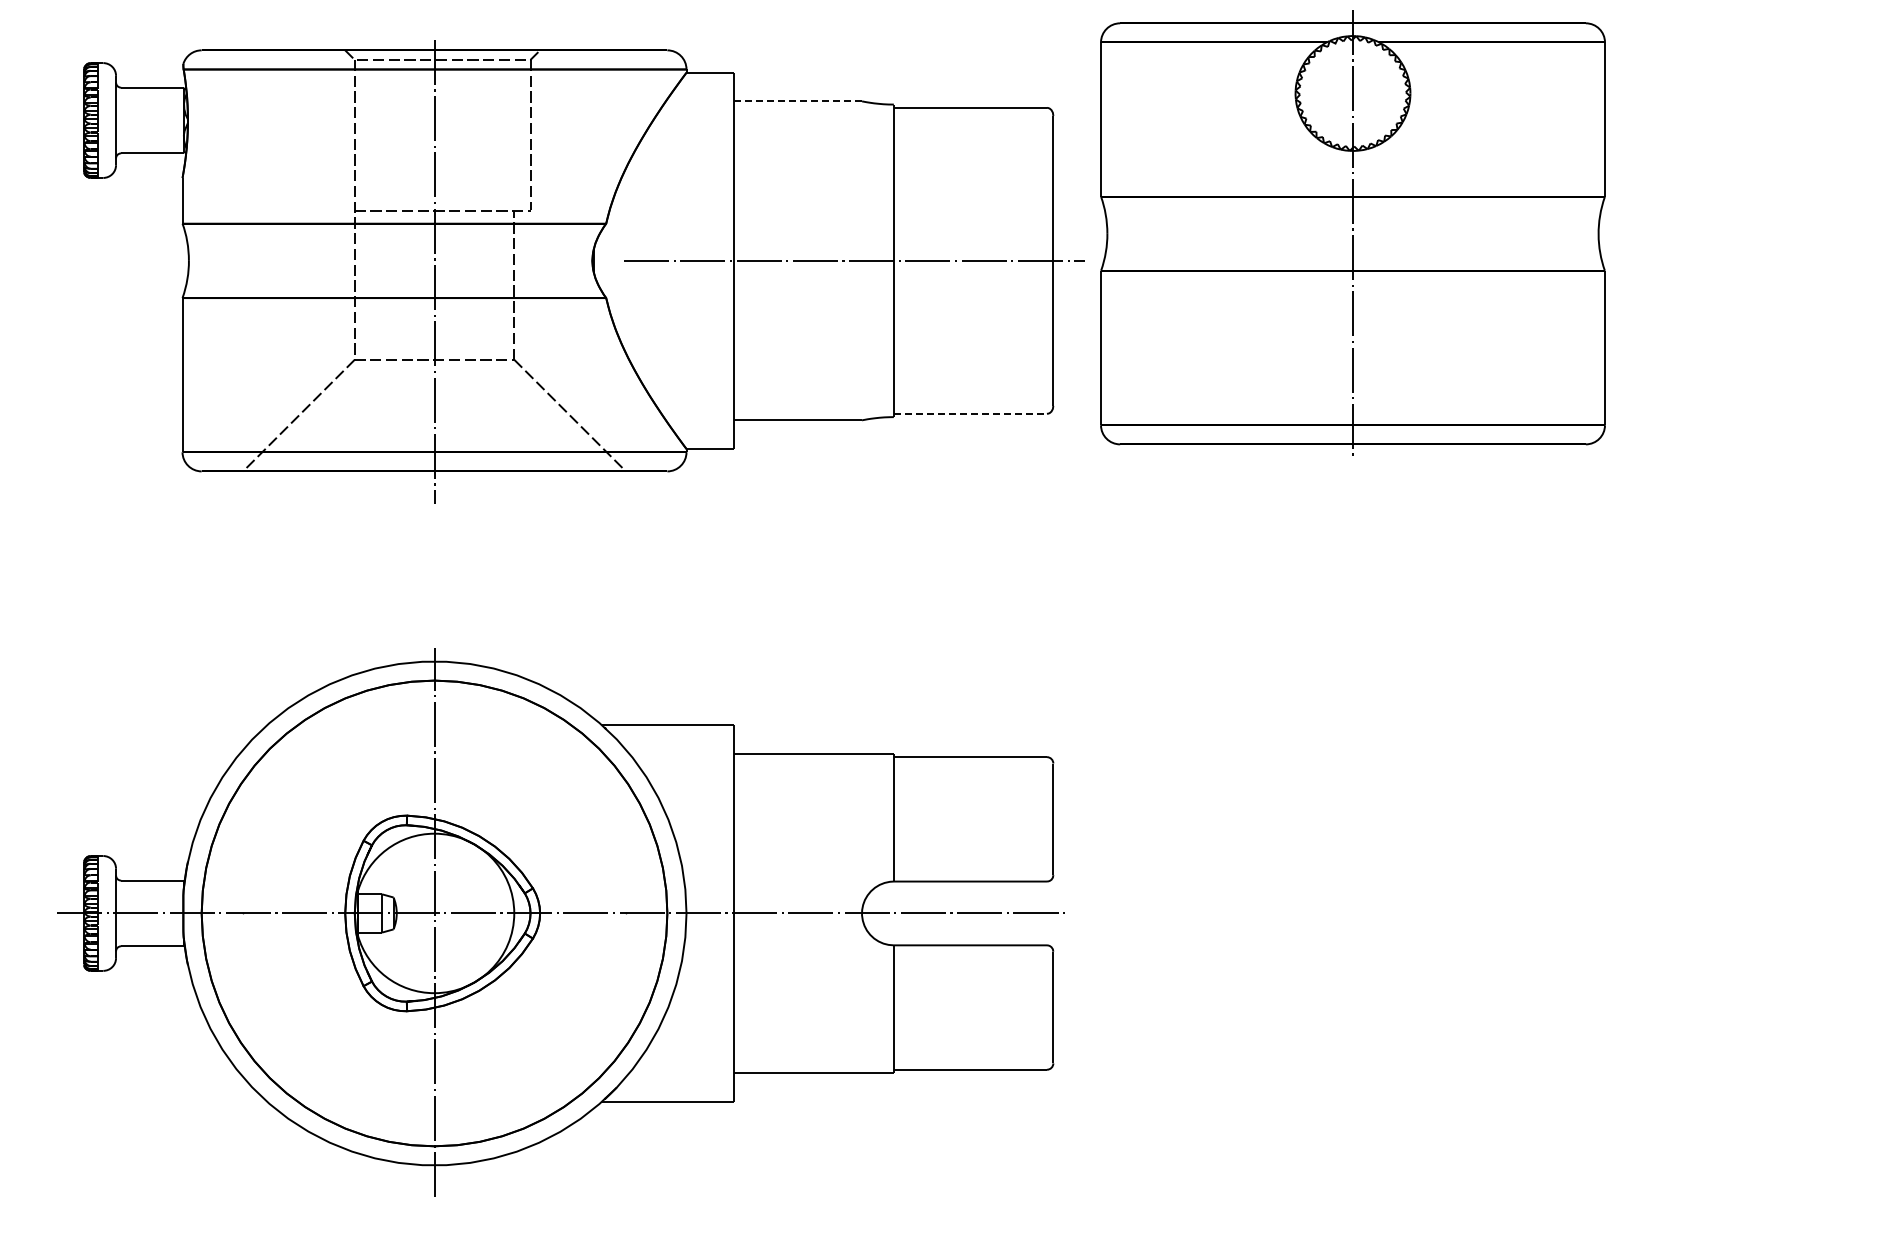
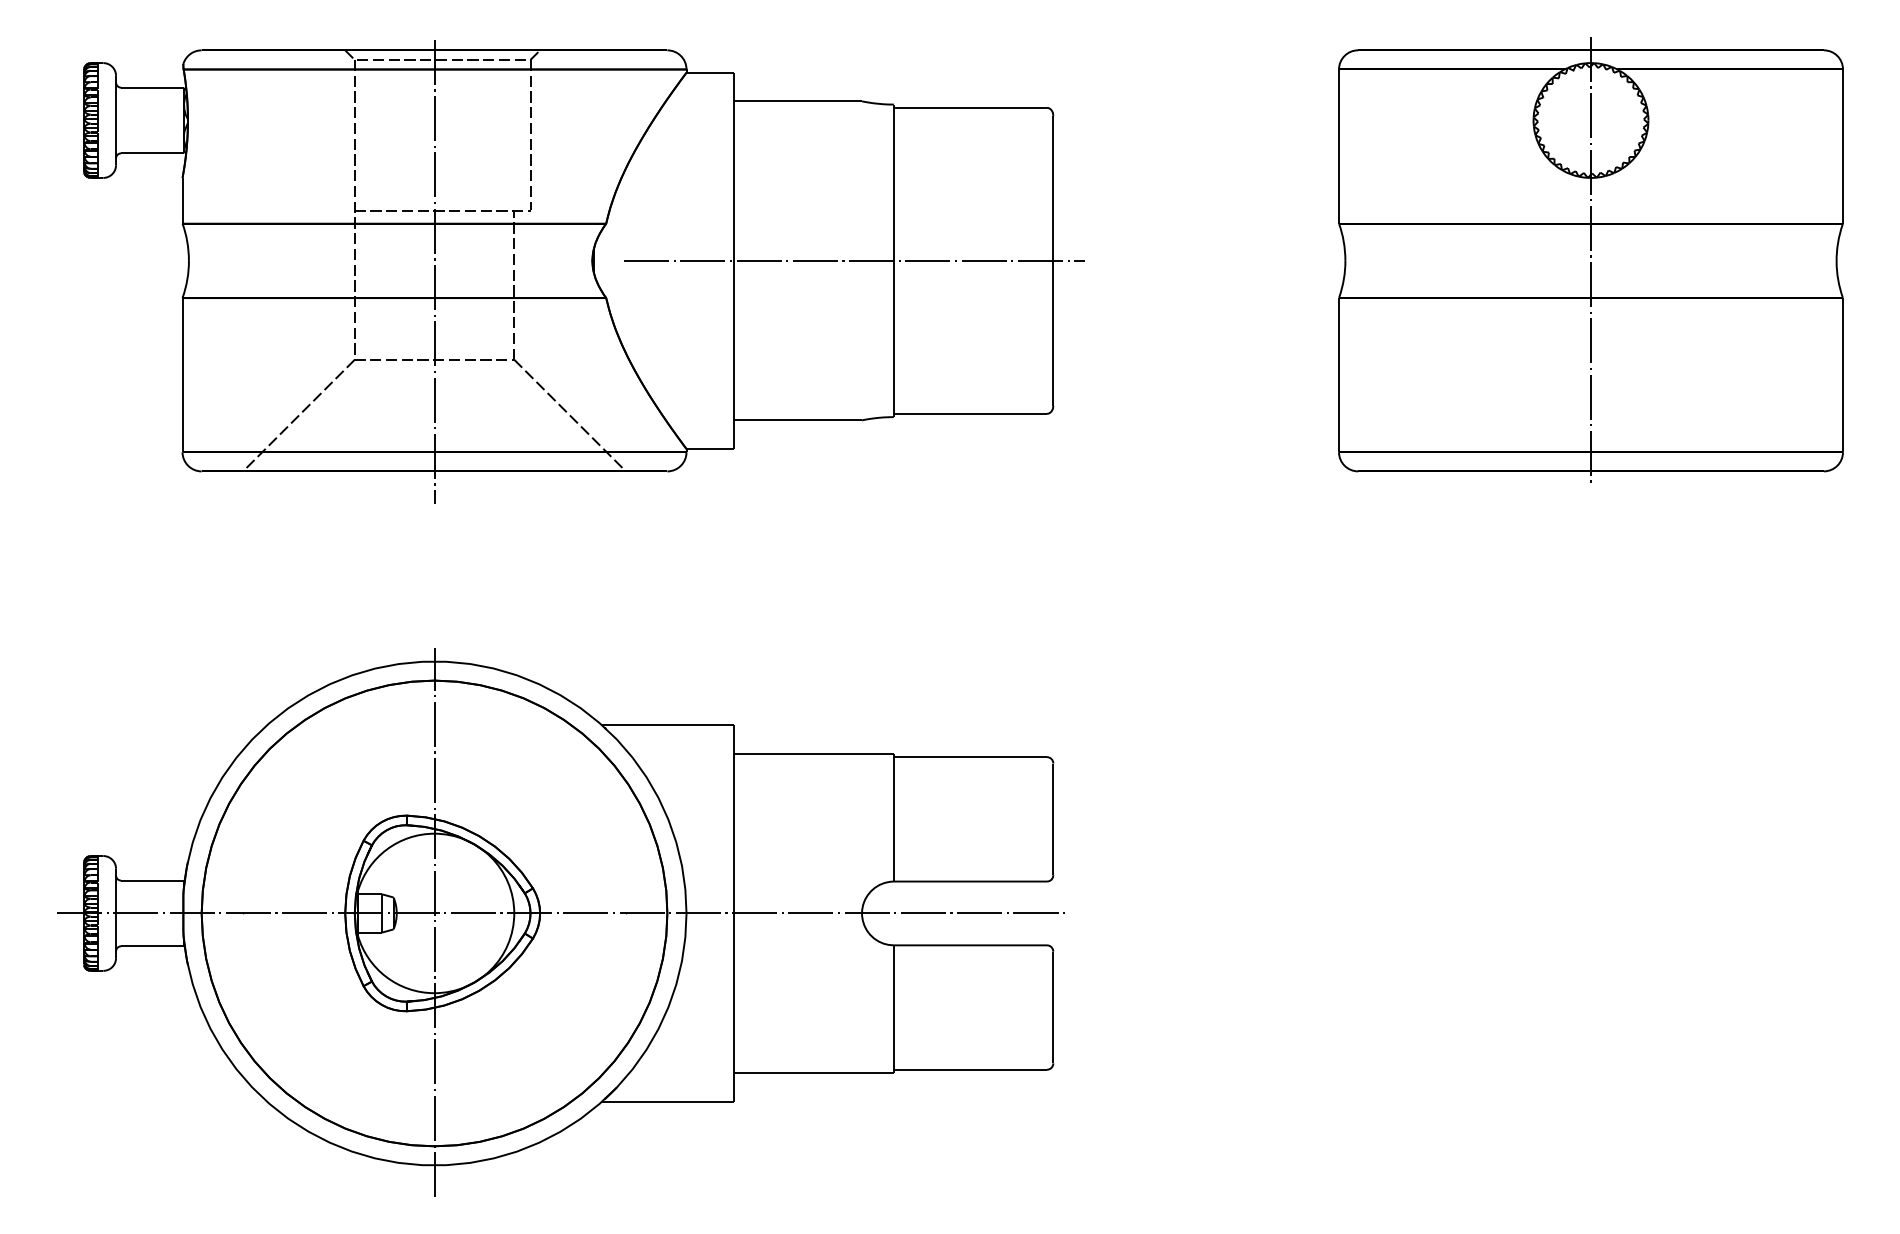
line at (798, 101): dashed -> solid
part at (1352, 232) position: (1352, 232) -> (1590, 259)
line at (970, 413): dashed -> solid
